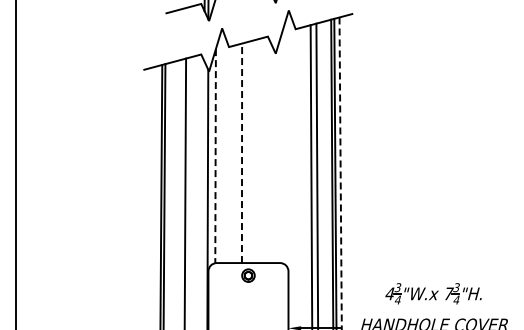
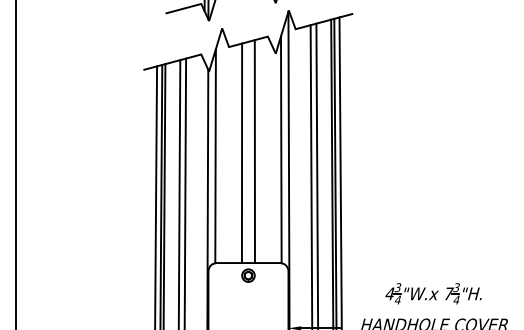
line at (280, 149): none -> present
line at (254, 151): none -> present
line at (242, 153): dashed -> solid
line at (215, 156): dashed -> solid
line at (288, 168): none -> present
line at (340, 174): dashed -> solid
line at (179, 193): none -> present
line at (156, 196): none -> present
